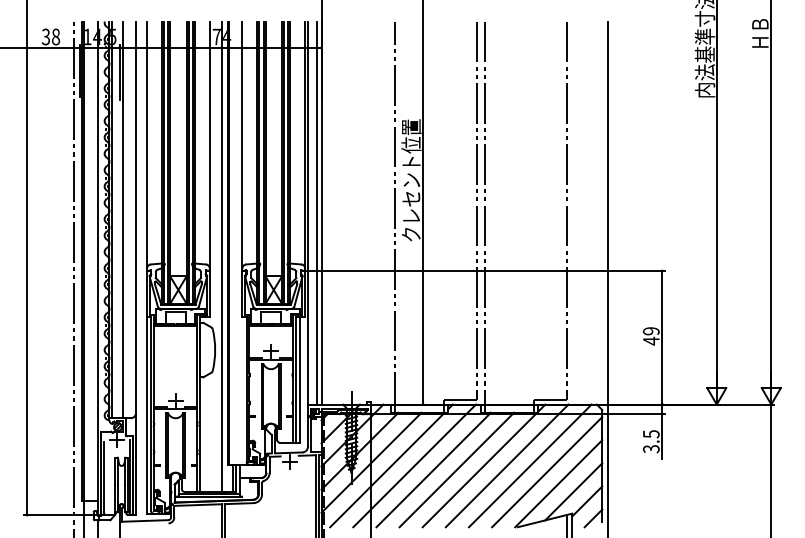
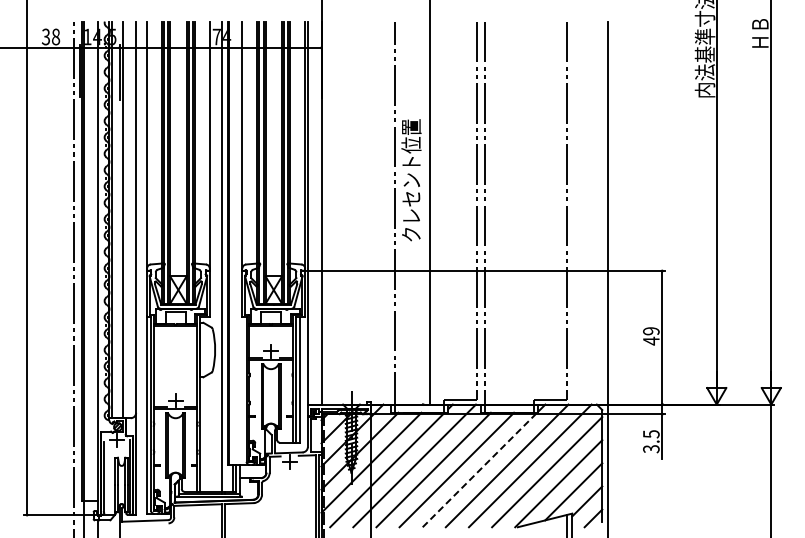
line at (423, 203) position: (423, 203) -> (430, 203)
line at (316, 212): present -> none
line at (479, 470): solid -> dashed
